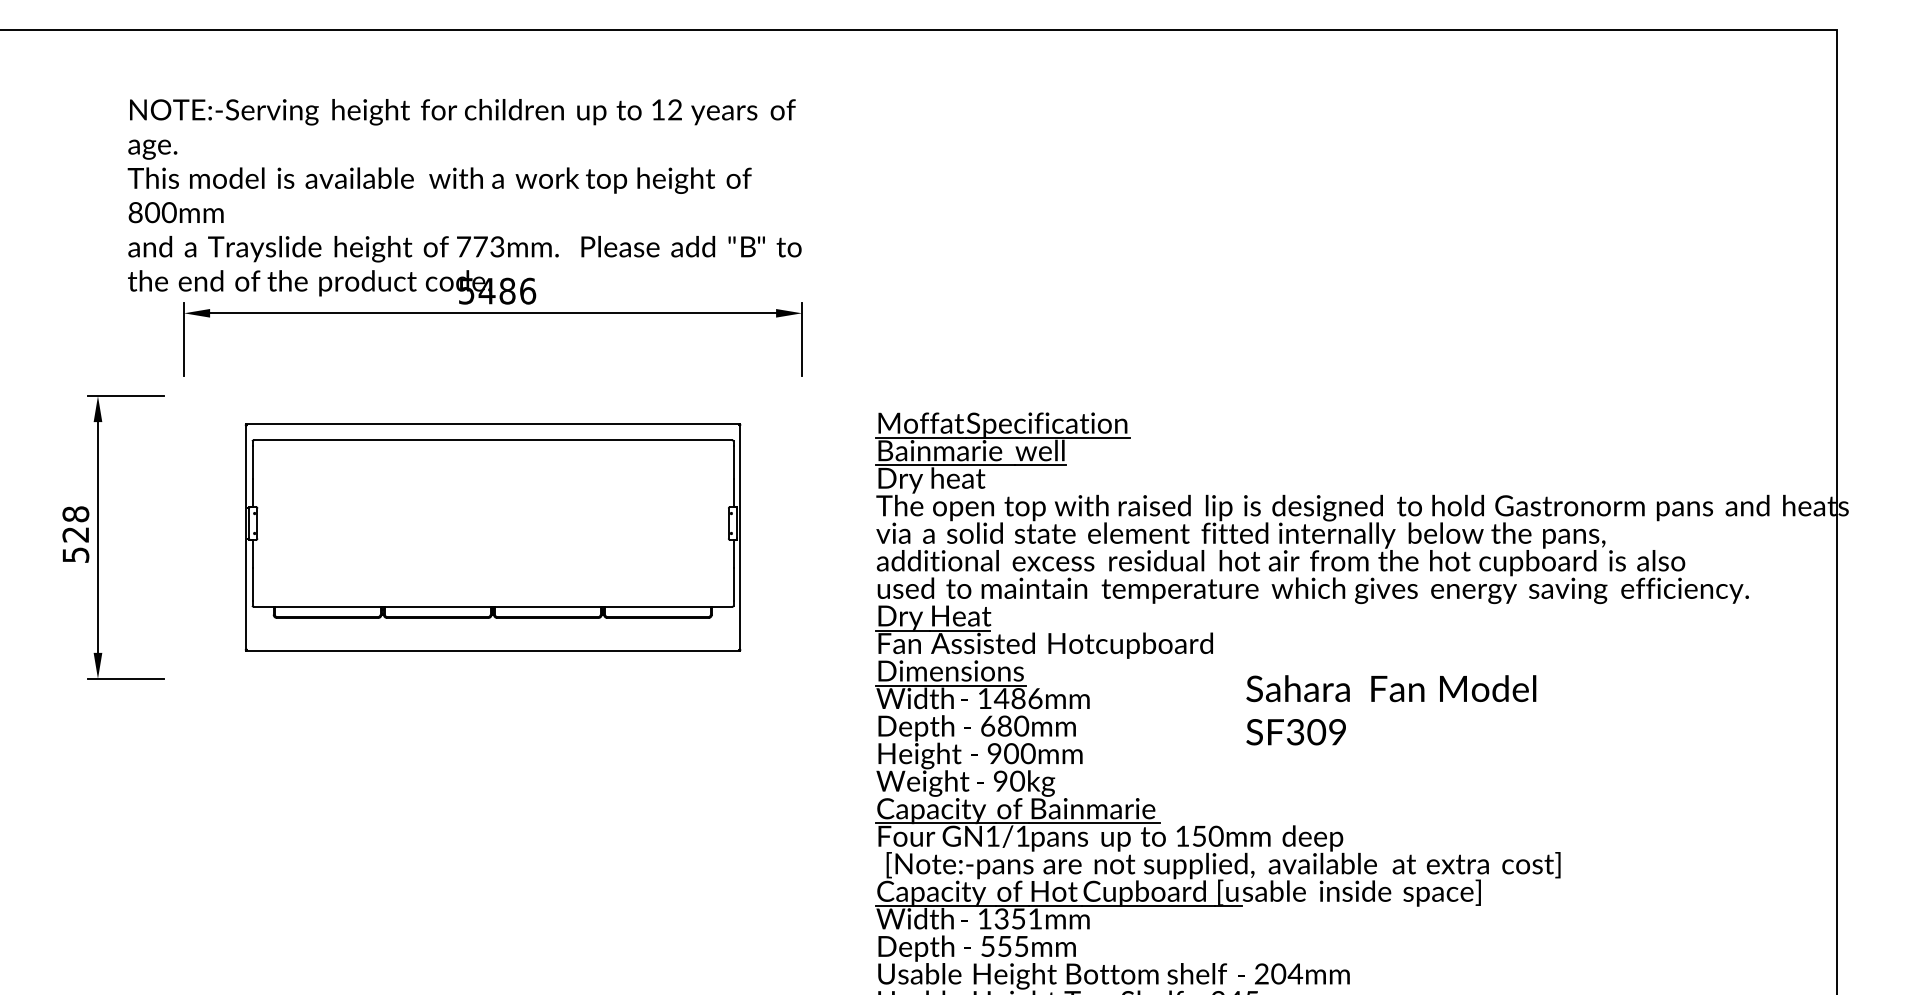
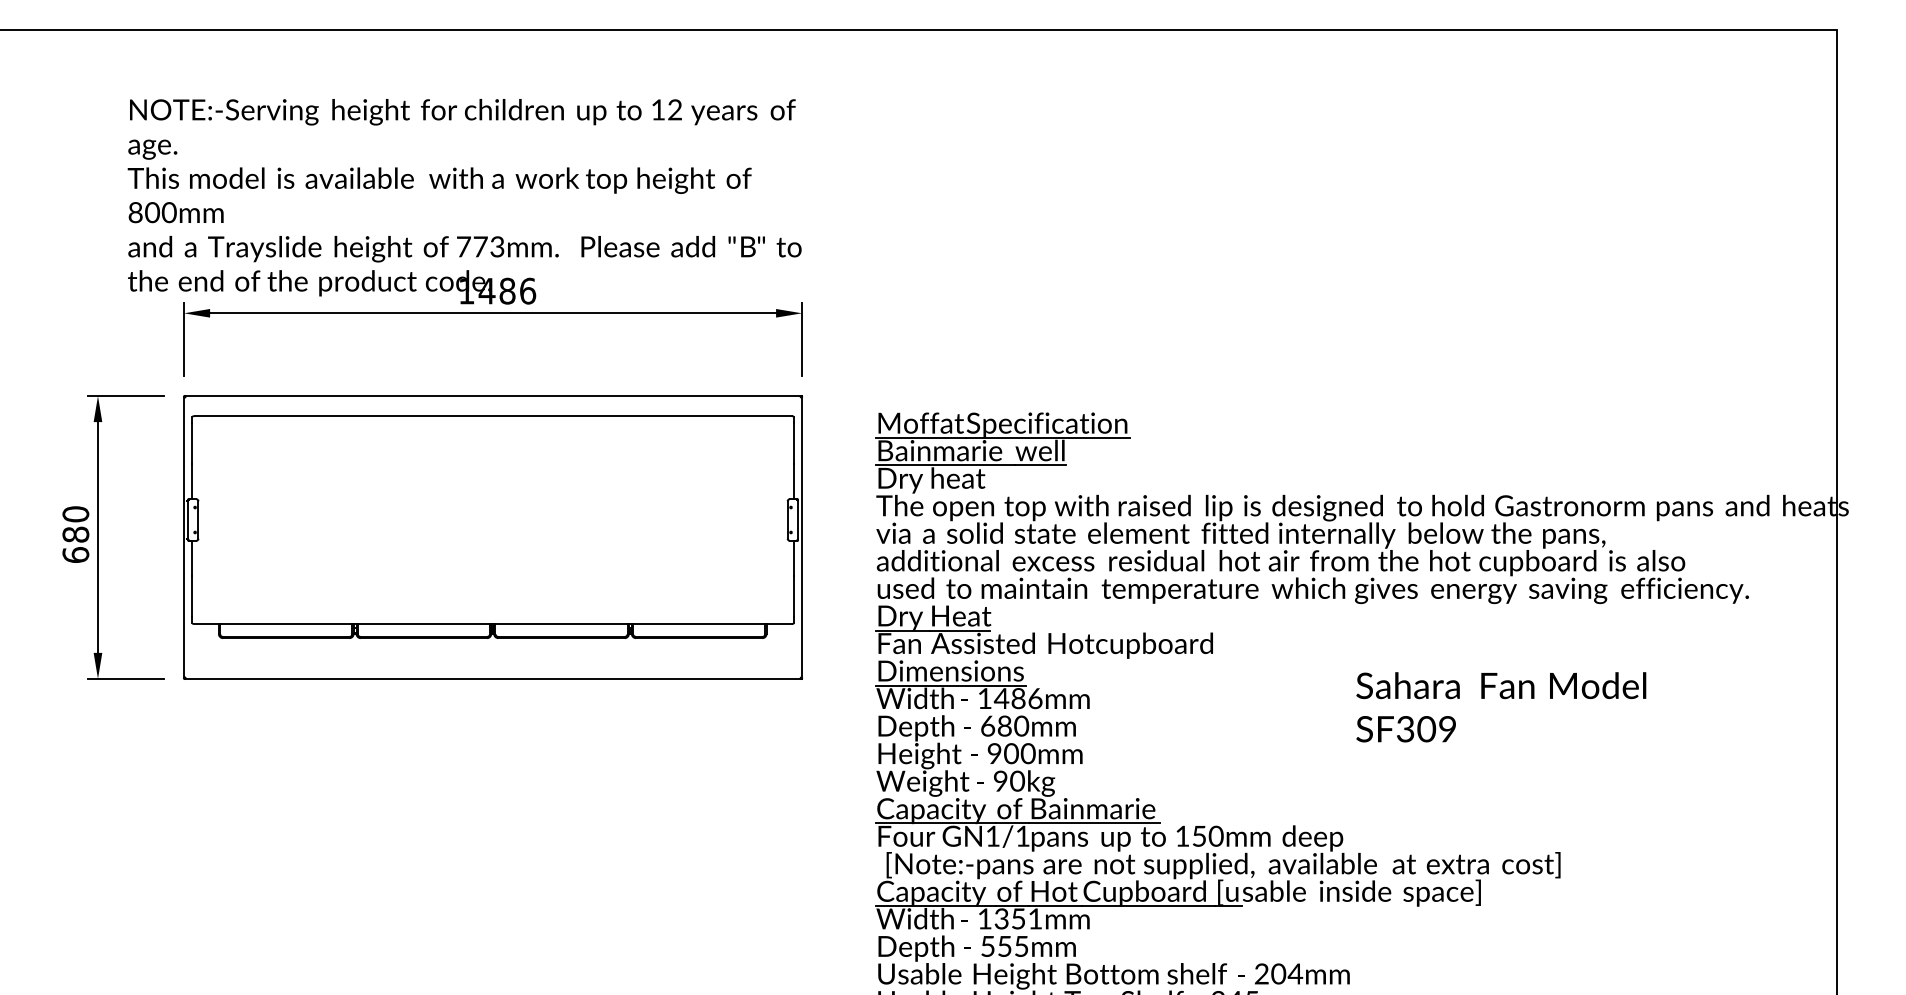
text at (466, 291): 5486 -> 1486
text at (75, 534): 528 -> 680
part at (492, 537) size: 498x229 px -> 620x285 px
text at (1391, 710) position: (1391, 710) -> (1501, 707)
